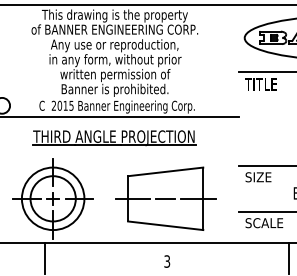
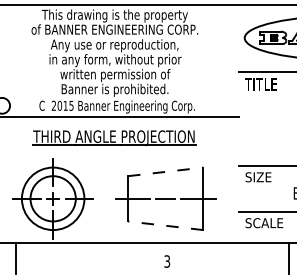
line at (165, 171): solid -> dashed
line at (165, 225): solid -> dashed
line at (45, 257) position: (45, 257) -> (16, 257)
